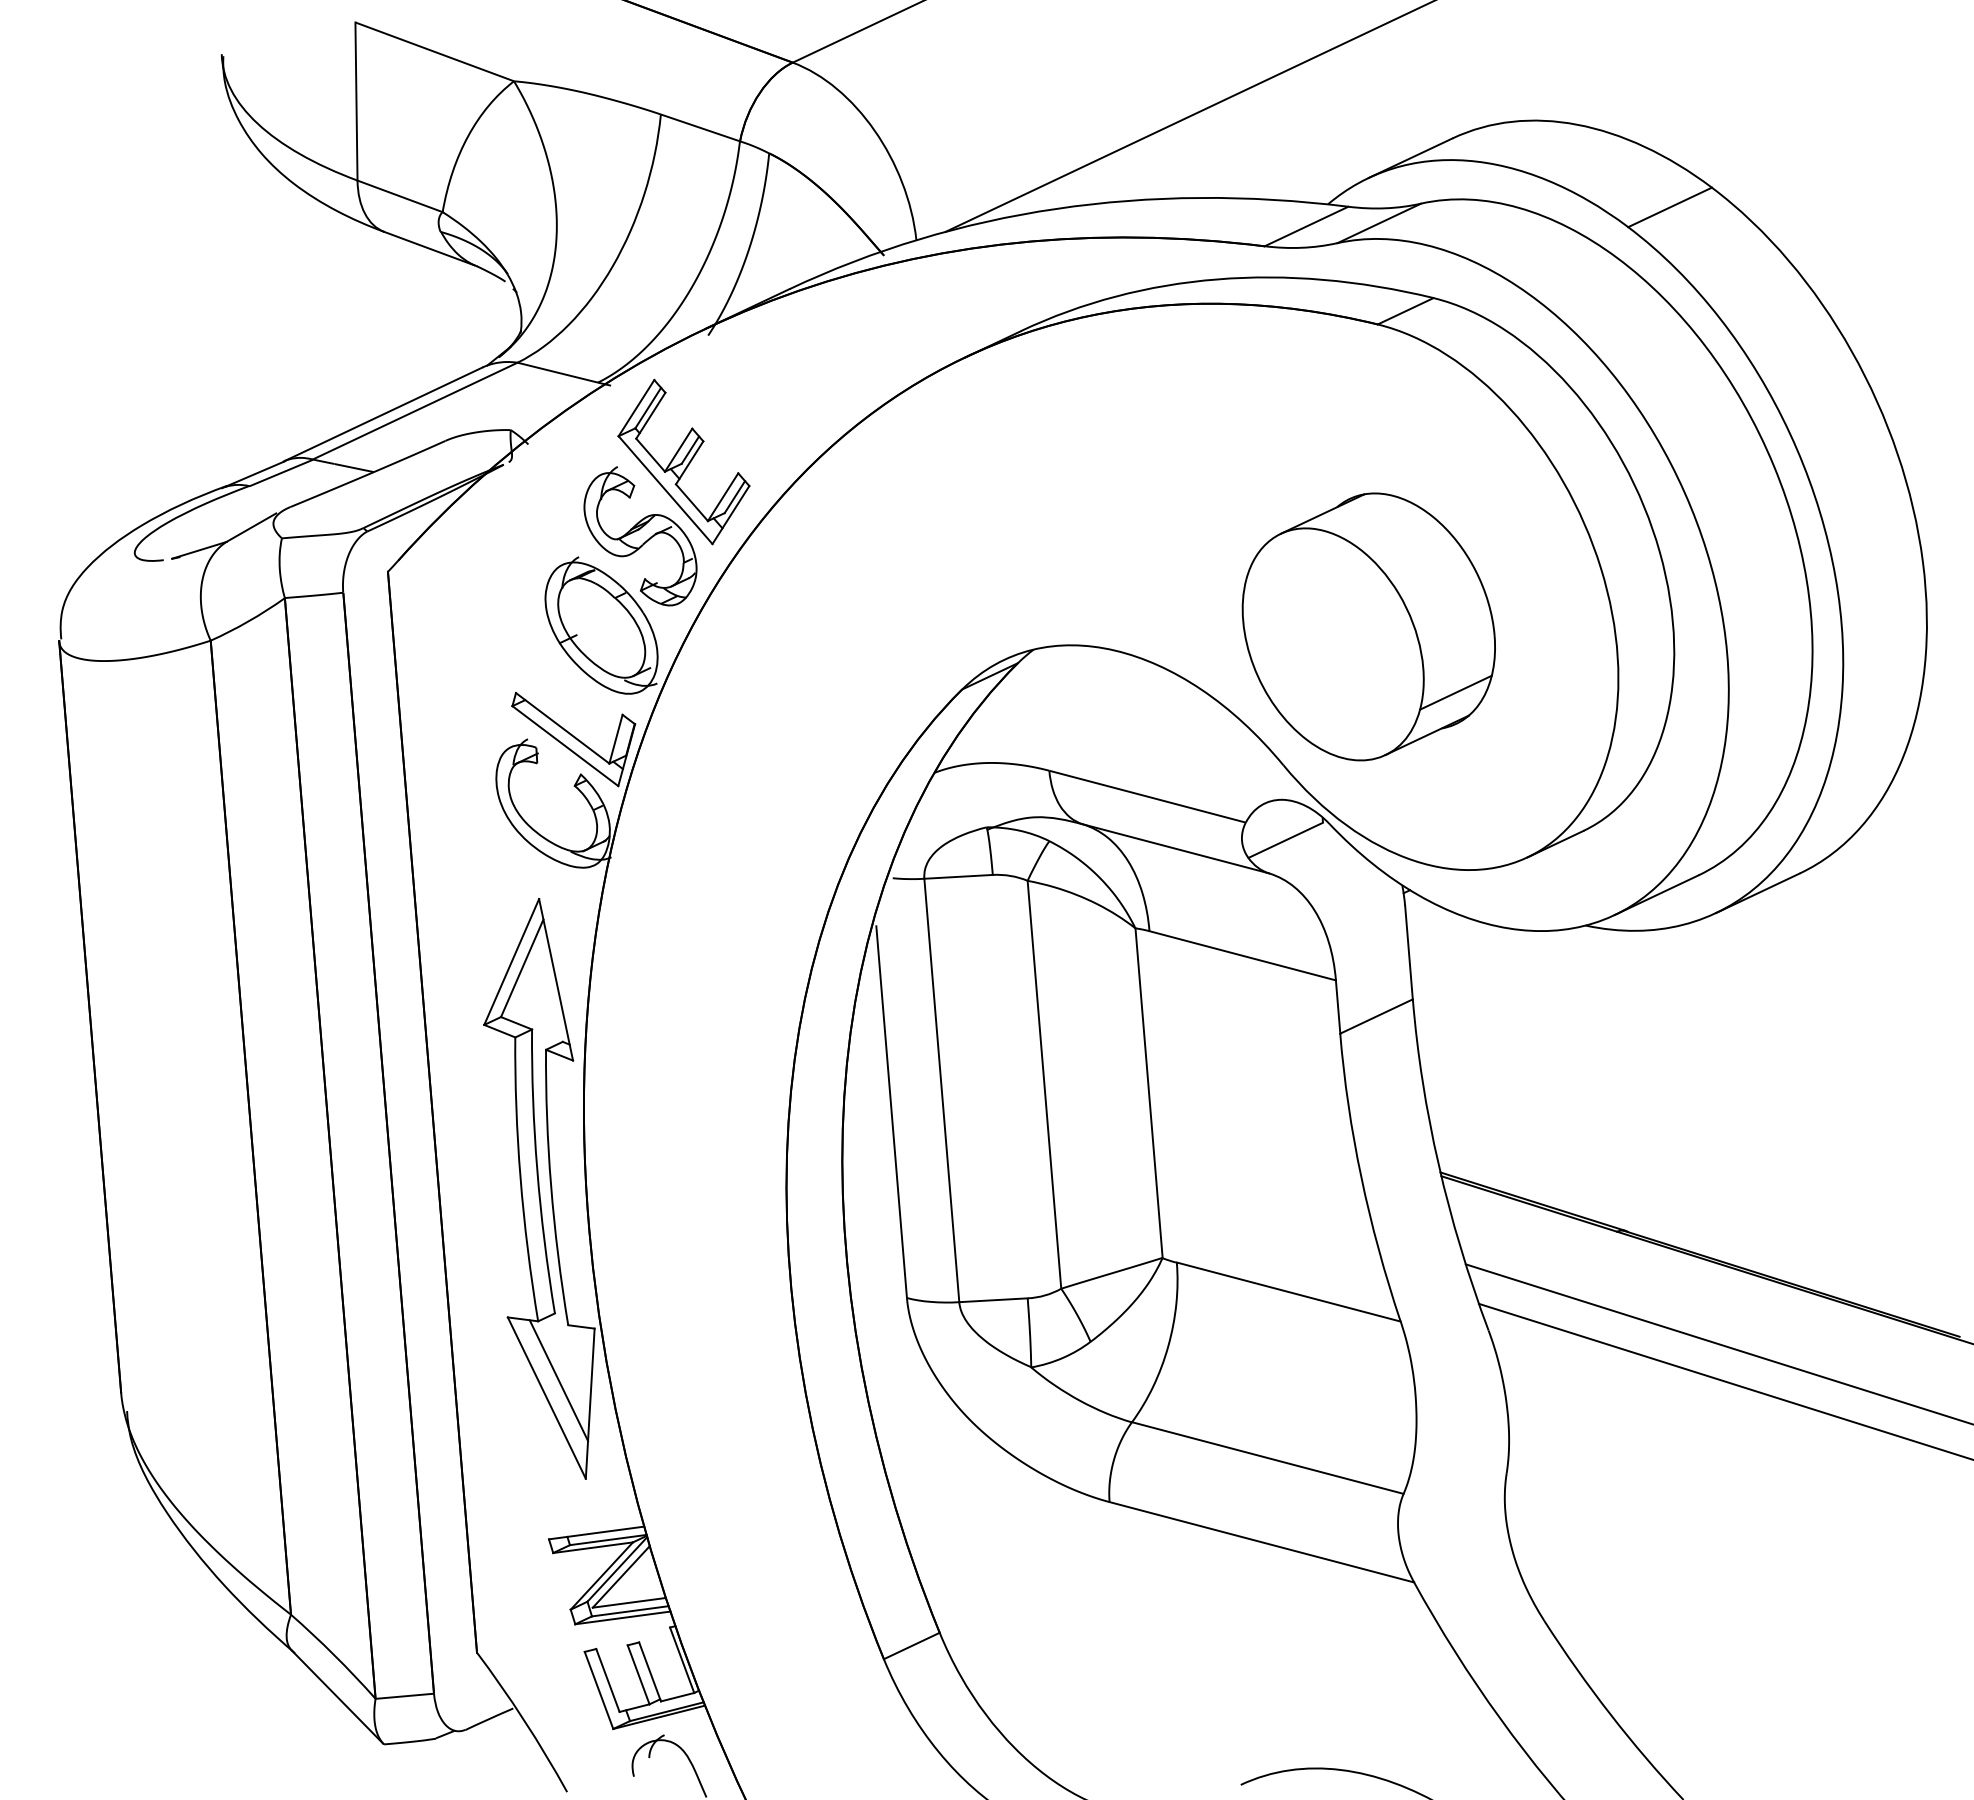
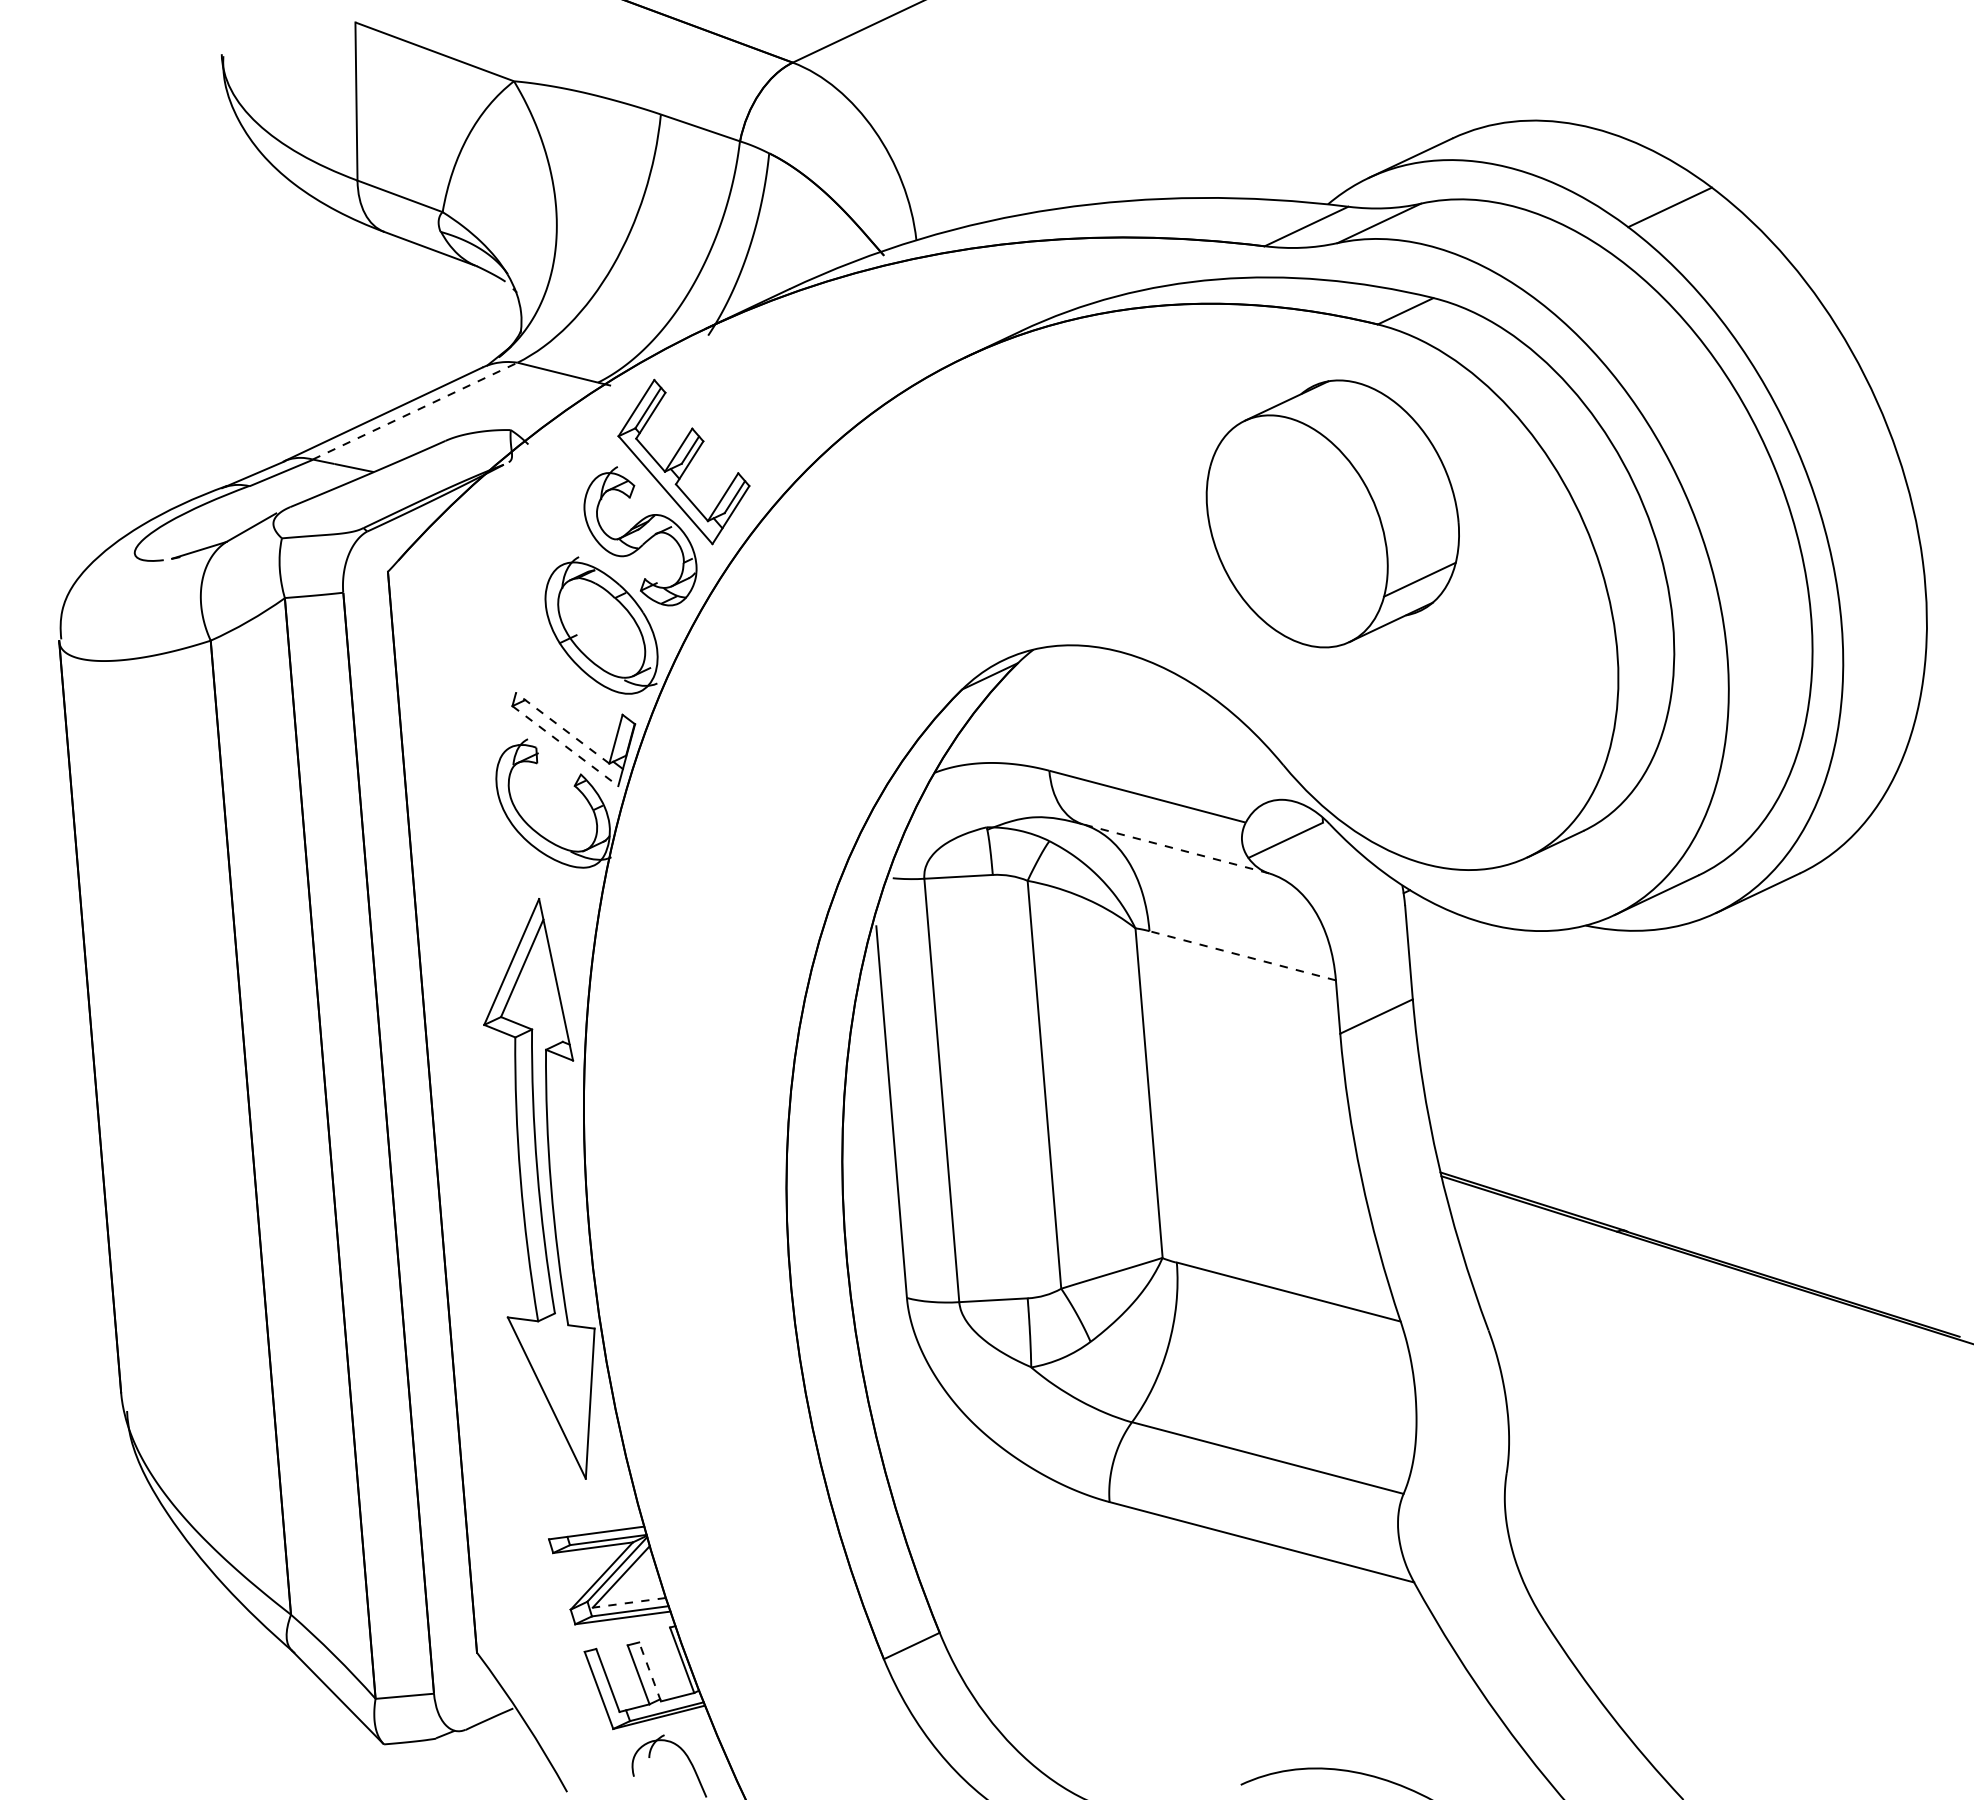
line at (1188, 116): present -> none
line at (415, 410): solid -> dashed
part at (1368, 626) position: (1368, 626) -> (1332, 513)
line at (562, 728): solid -> dashed
line at (565, 746): solid -> dashed
line at (1175, 848): solid -> dashed
line at (1242, 955): solid -> dashed
line at (1717, 1343): present -> none
line at (558, 1380): present -> none
line at (1724, 1380): present -> none
line at (629, 1602): solid -> dashed
line at (649, 1671): solid -> dashed
